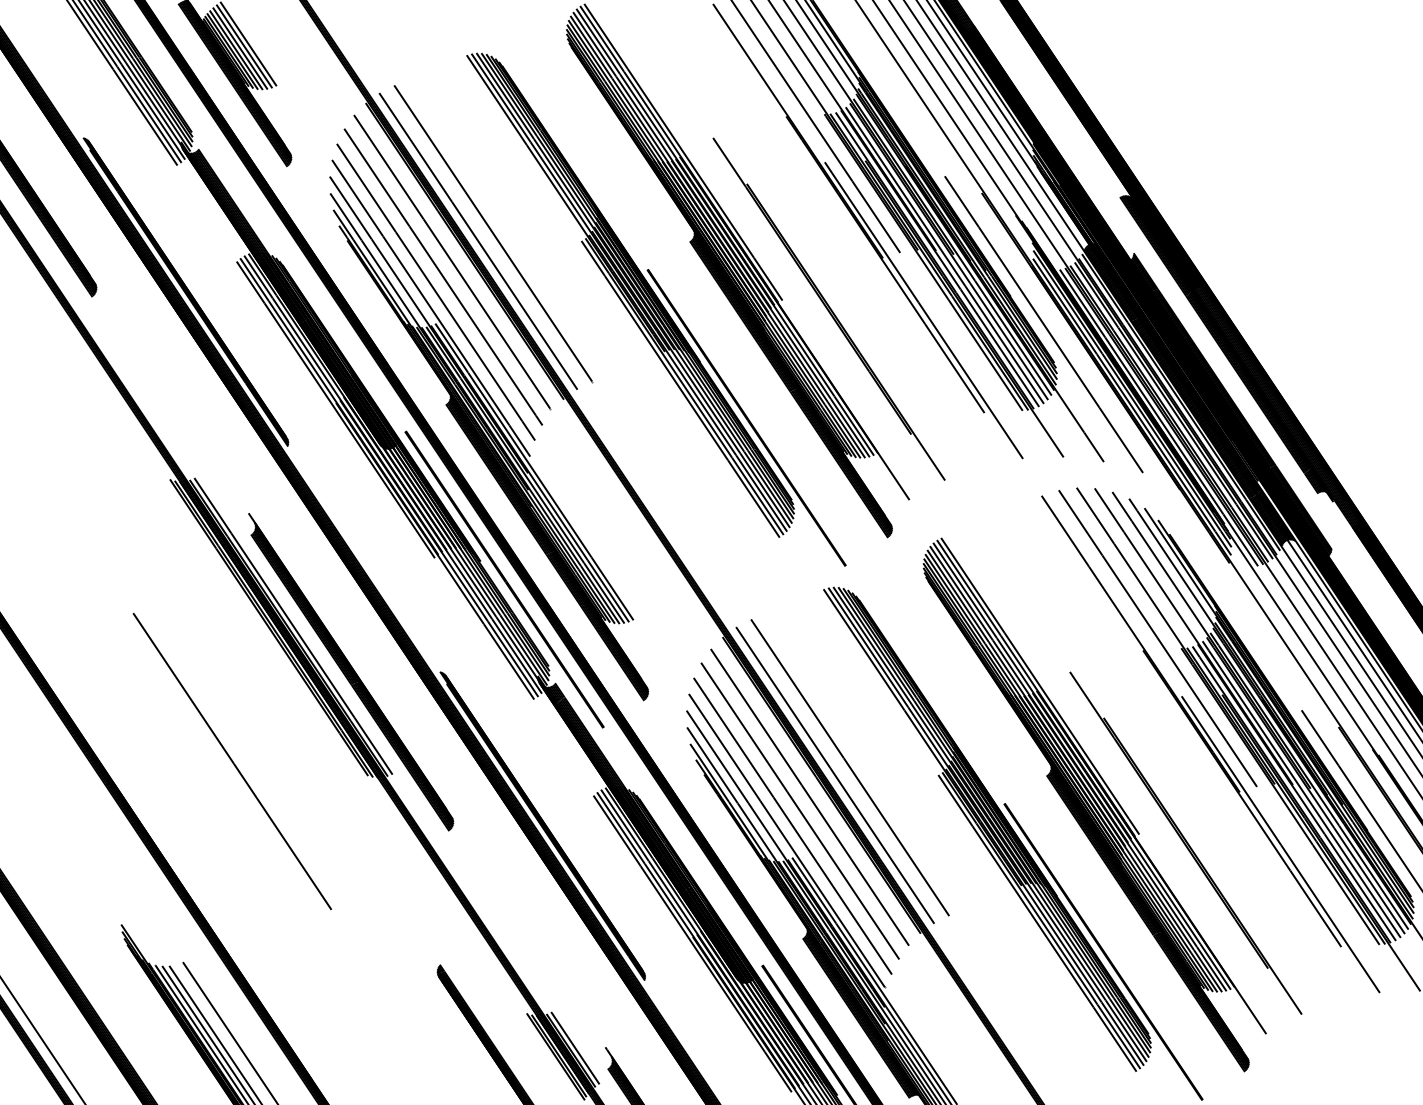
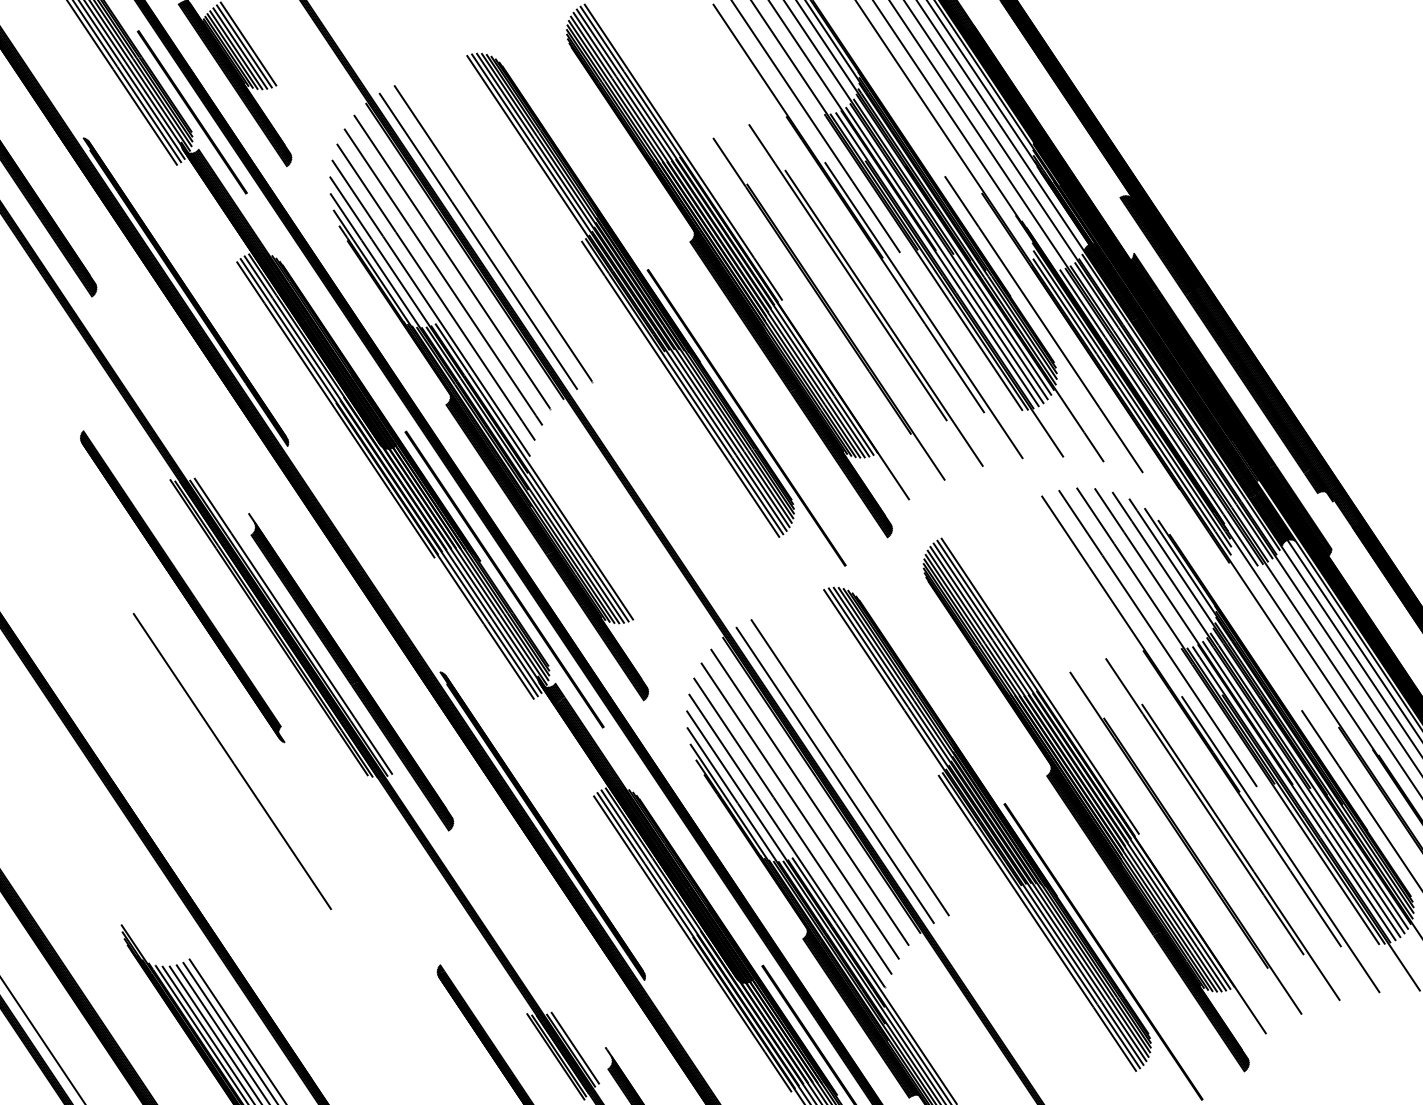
line at (191, 112): none -> present
part at (865, 295): none -> present
part at (182, 586): none -> present
part at (1222, 829): none -> present
line at (236, 1029): none -> present
line at (221, 1032): none -> present
